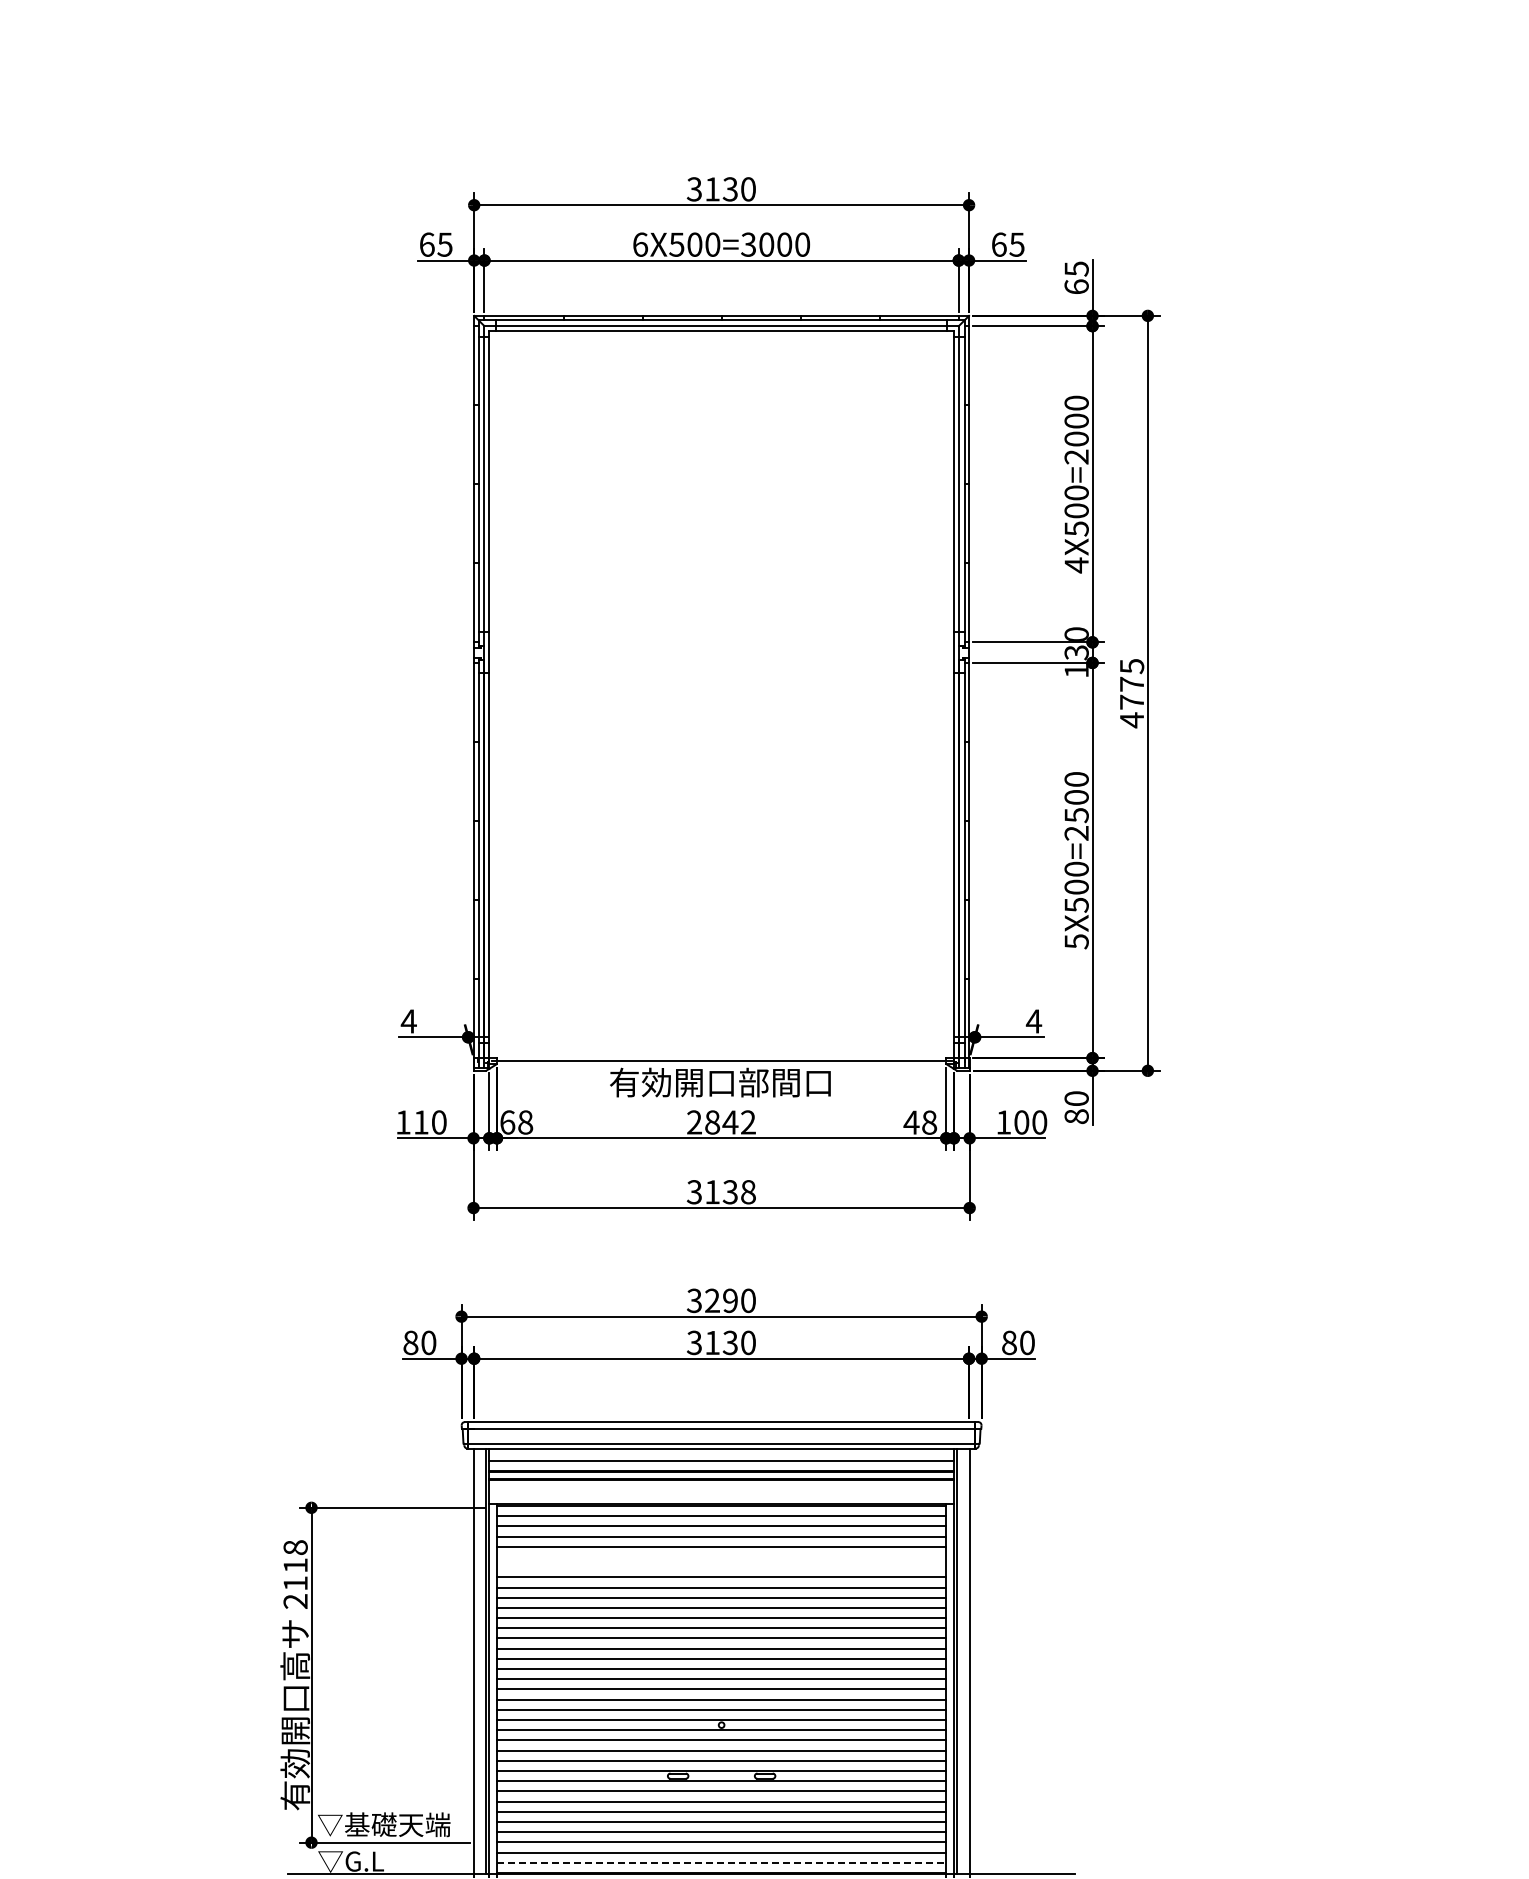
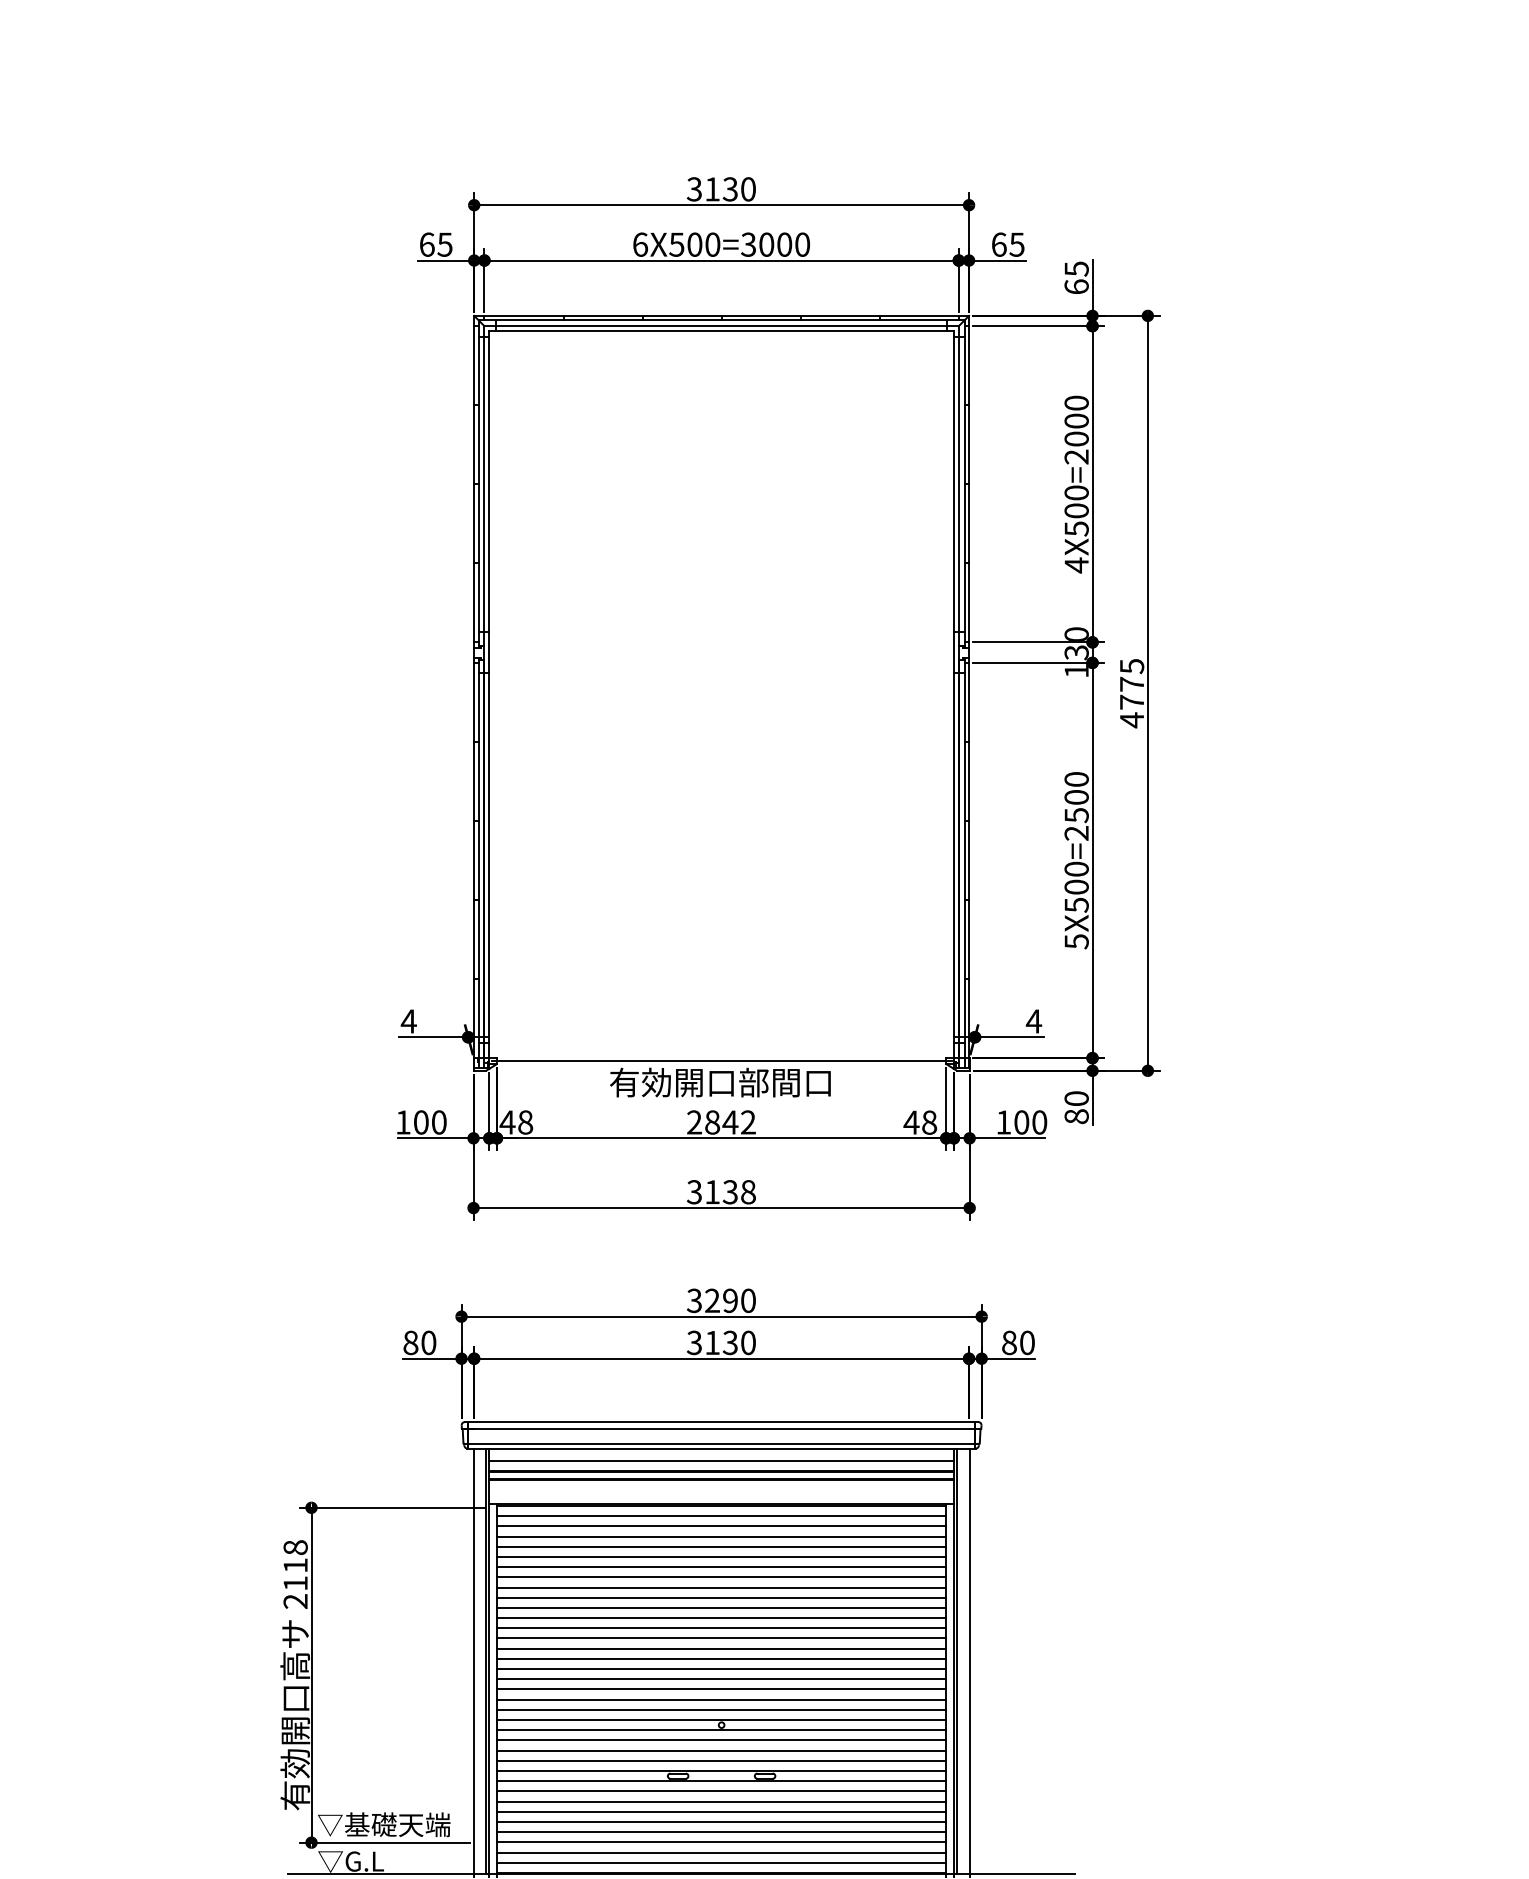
text at (421, 1122): 110 -> 100
text at (507, 1122): 68 -> 48
line at (721, 1556): none -> present
line at (721, 1567): none -> present
line at (721, 1862): dashed -> solid
